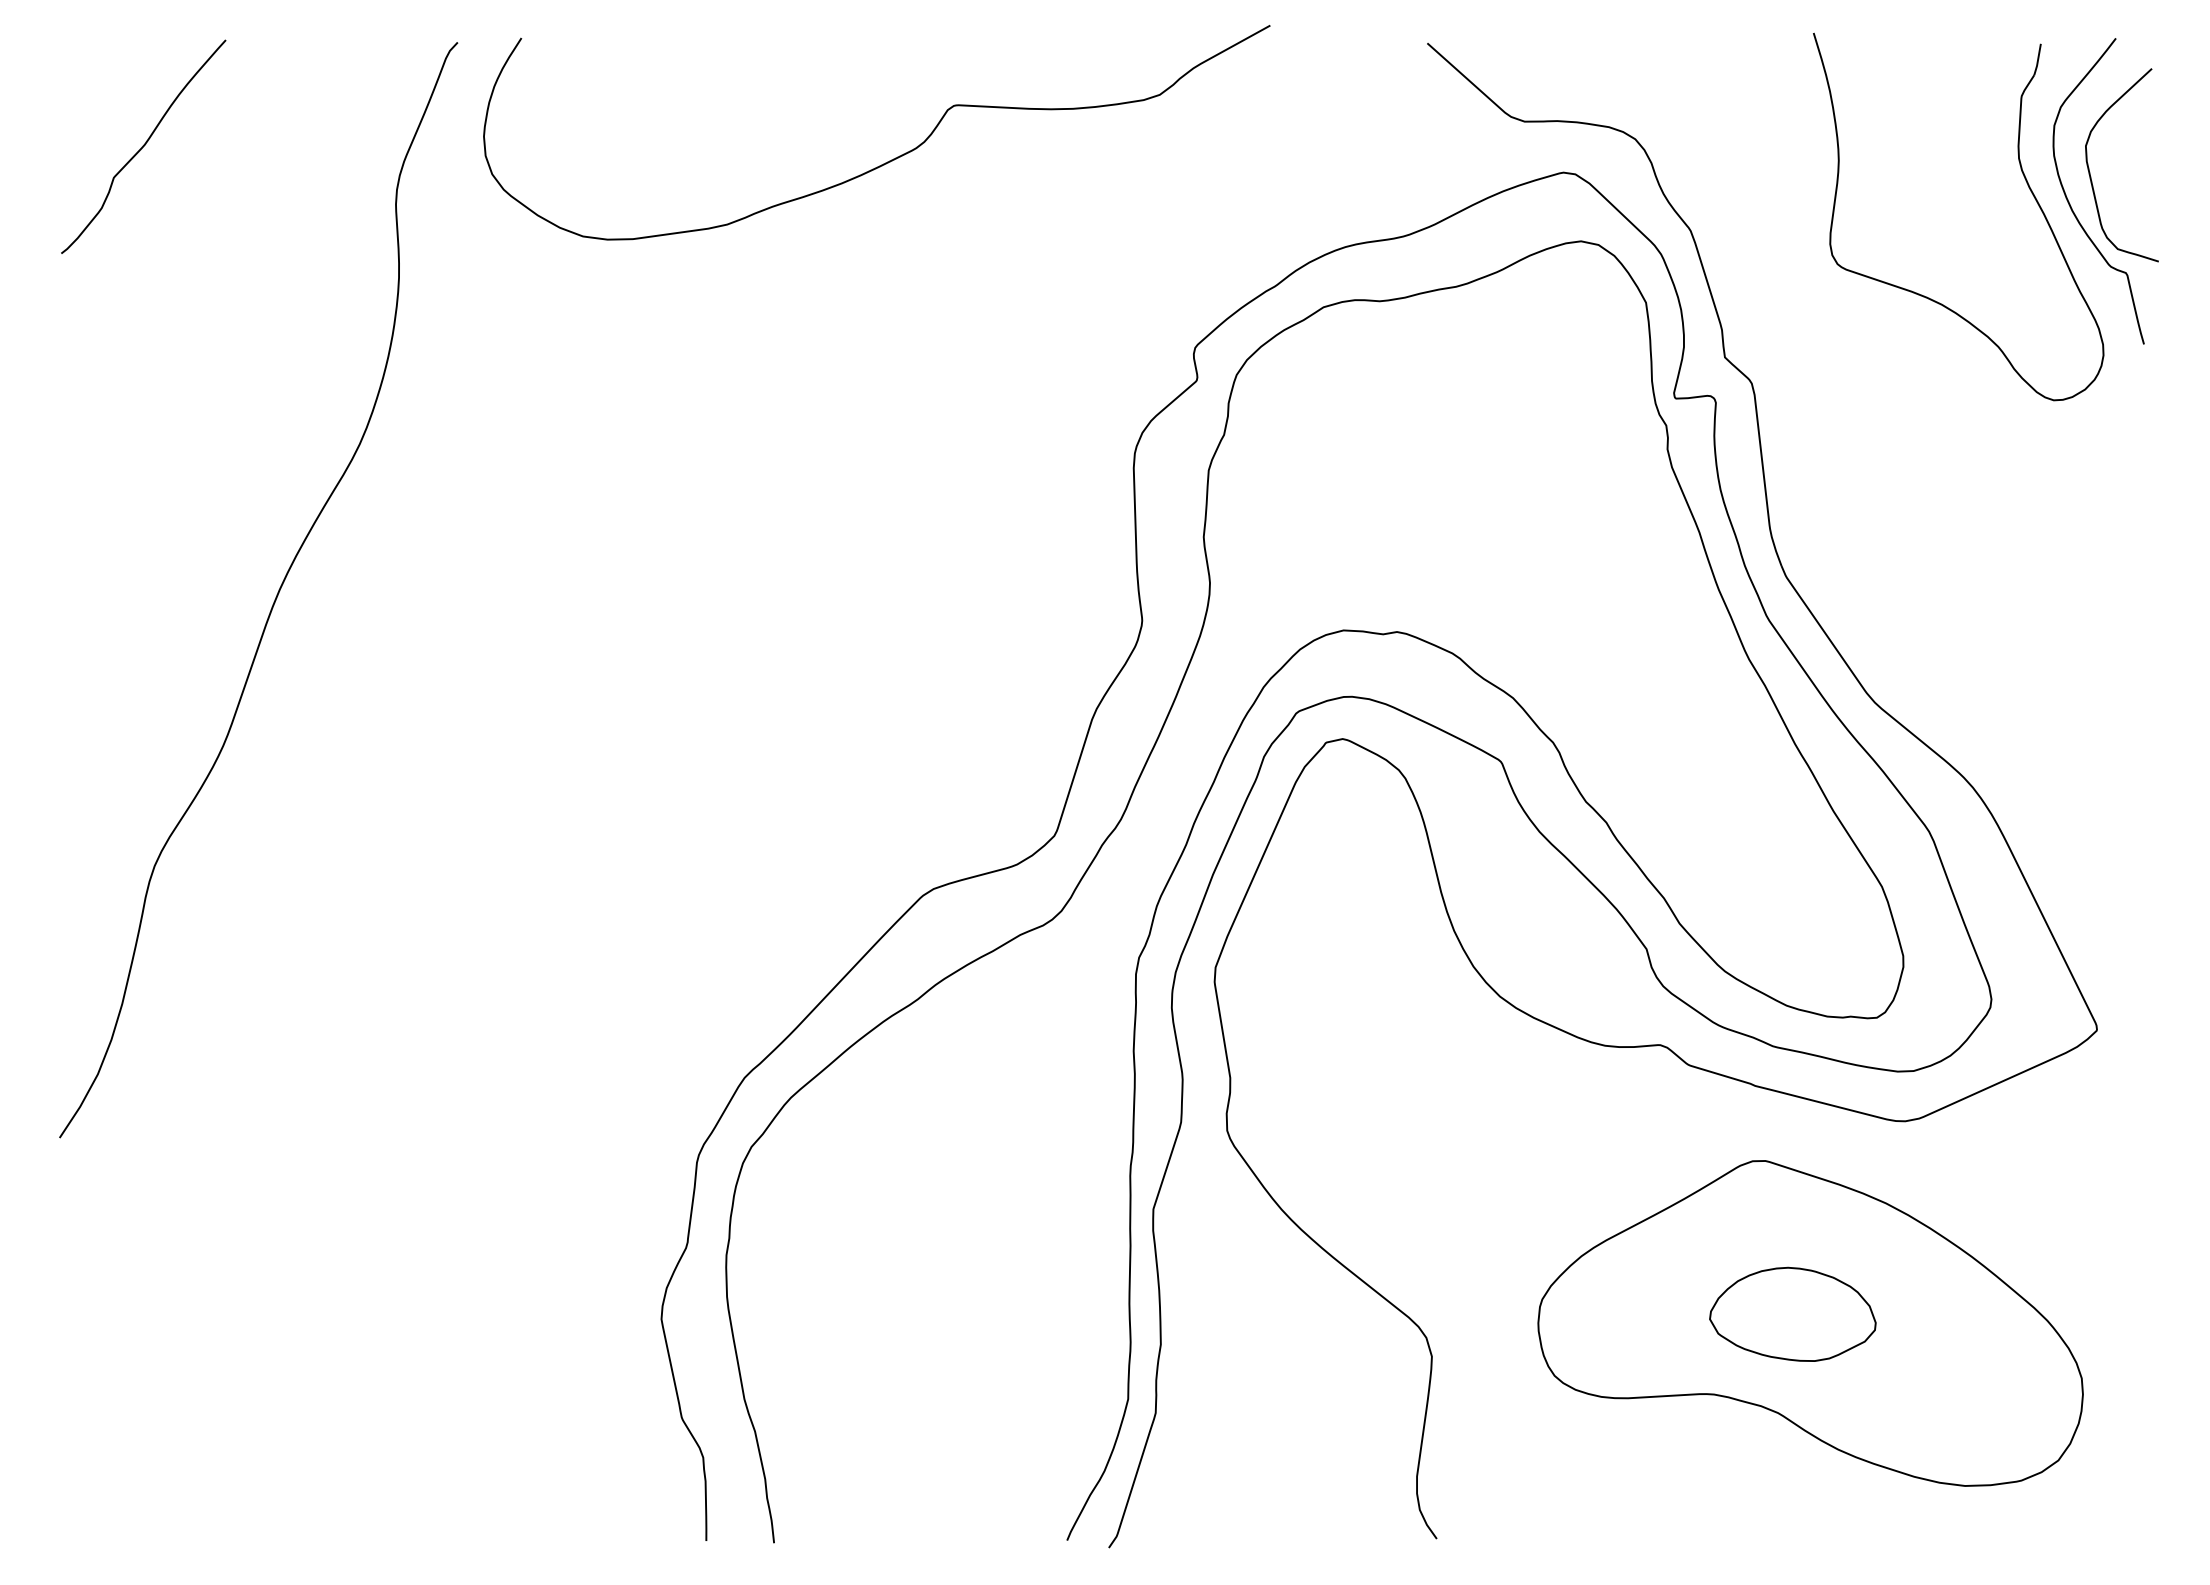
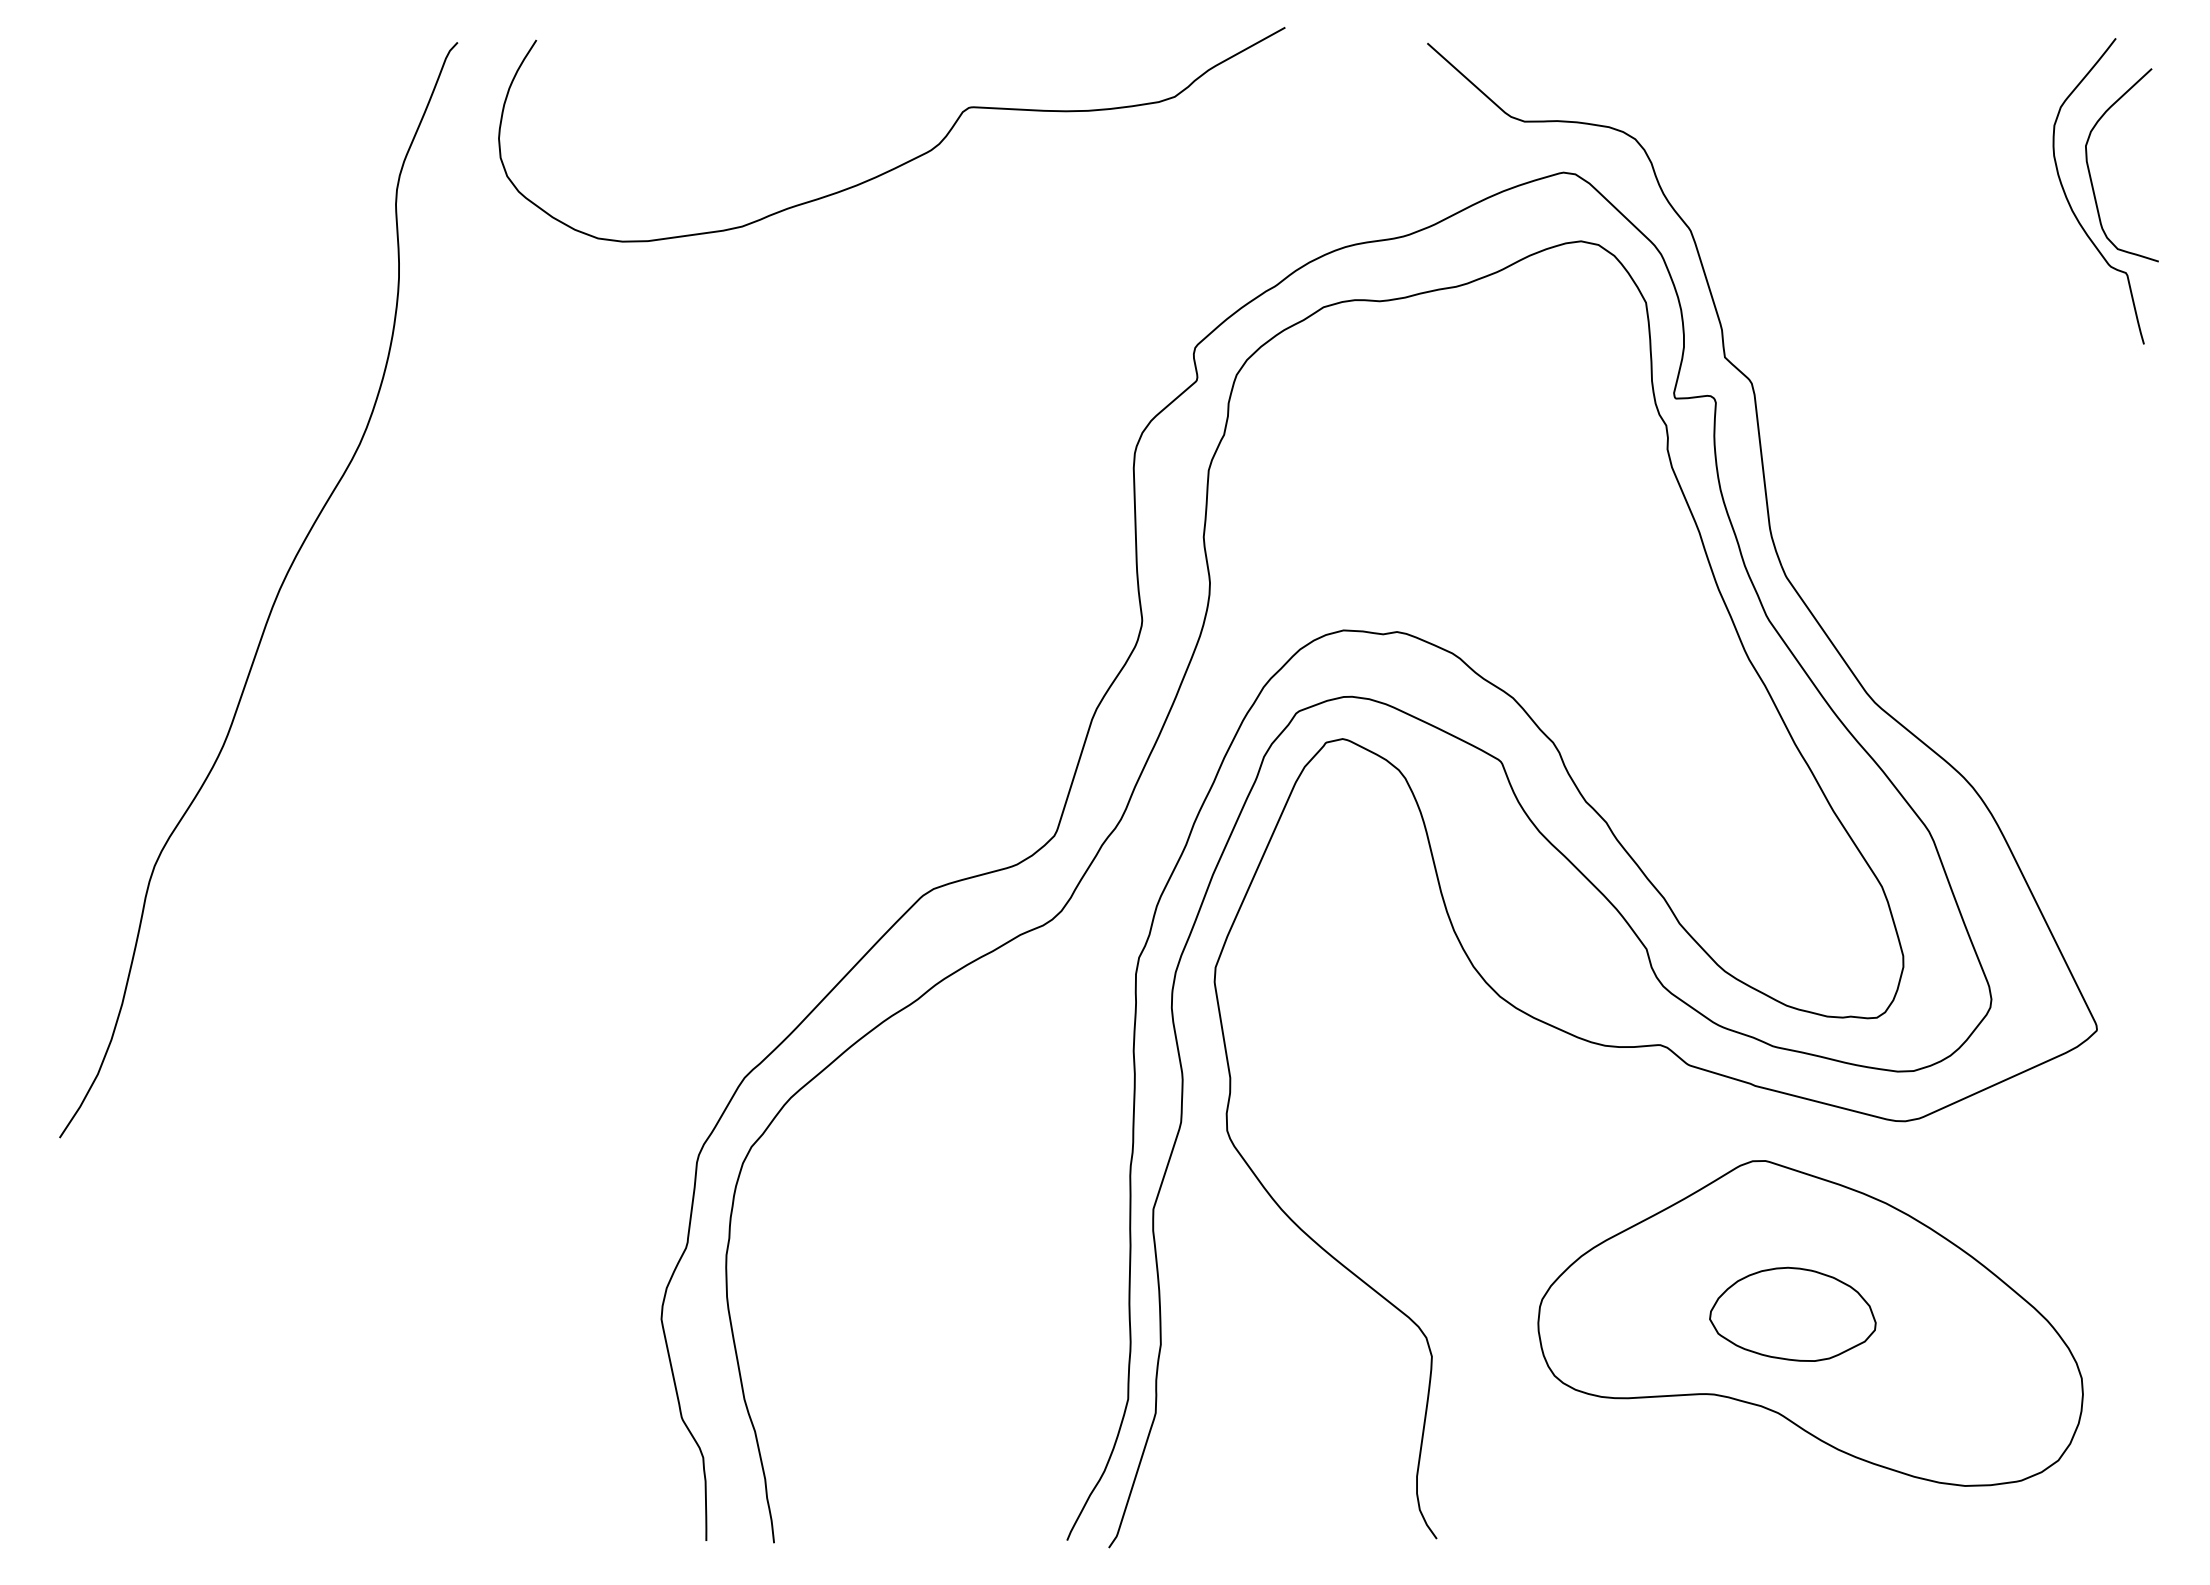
curve at (143, 146): present -> none
curve at (889, 160) position: (889, 160) -> (904, 162)
part at (2026, 183): present -> none
